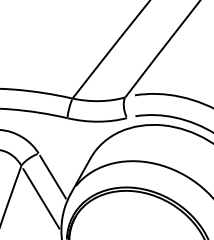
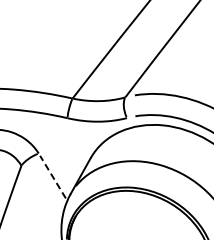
line at (53, 177): solid -> dashed
line at (41, 198): present -> none
